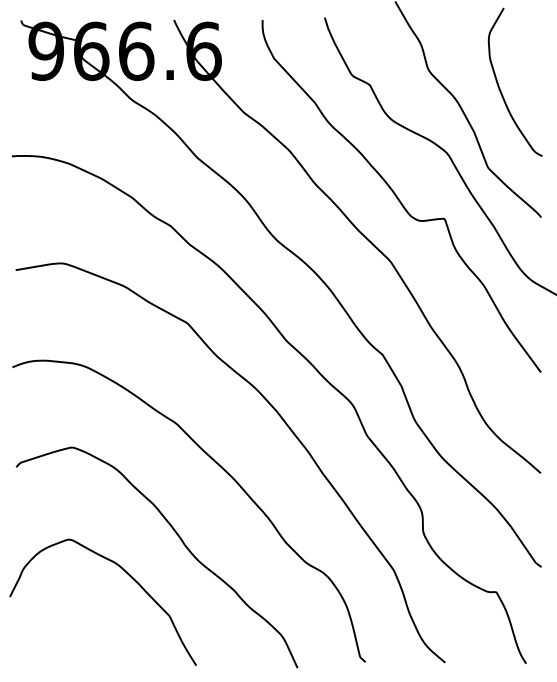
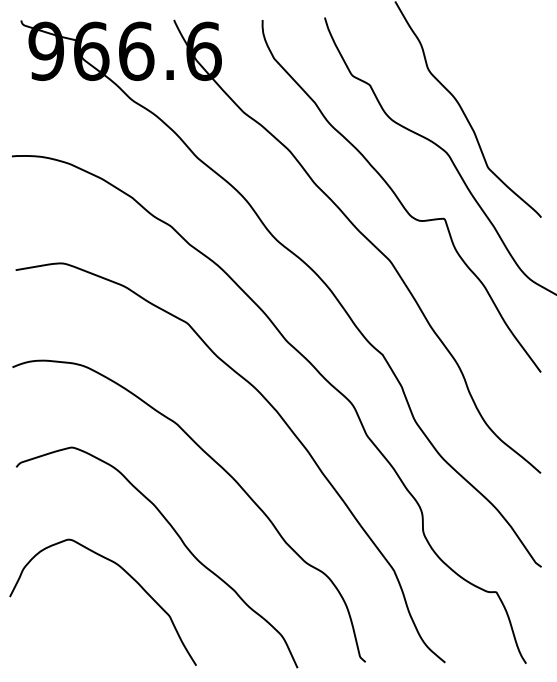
curve at (499, 85): present -> none
